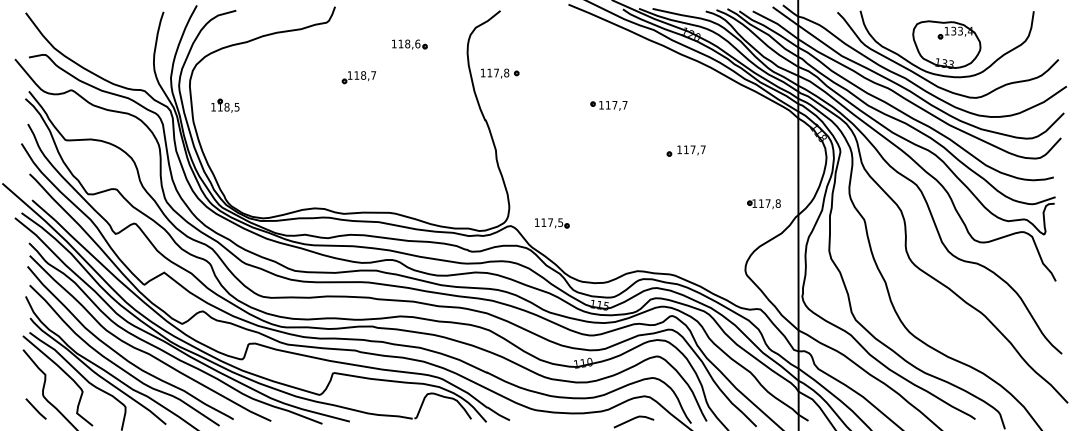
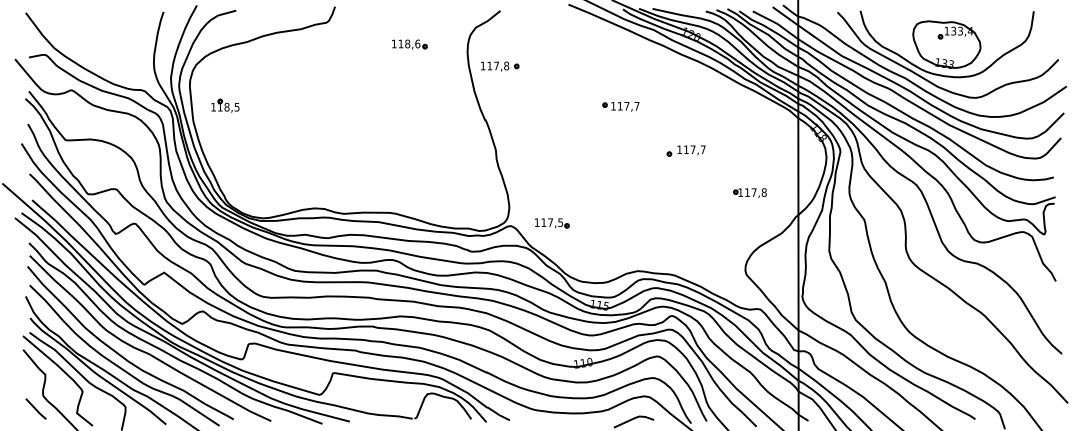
part at (500, 73) position: (500, 73) -> (500, 66)
part at (358, 77): present -> none
part at (608, 105) position: (608, 105) -> (620, 106)
part at (763, 204) position: (763, 204) -> (749, 193)
